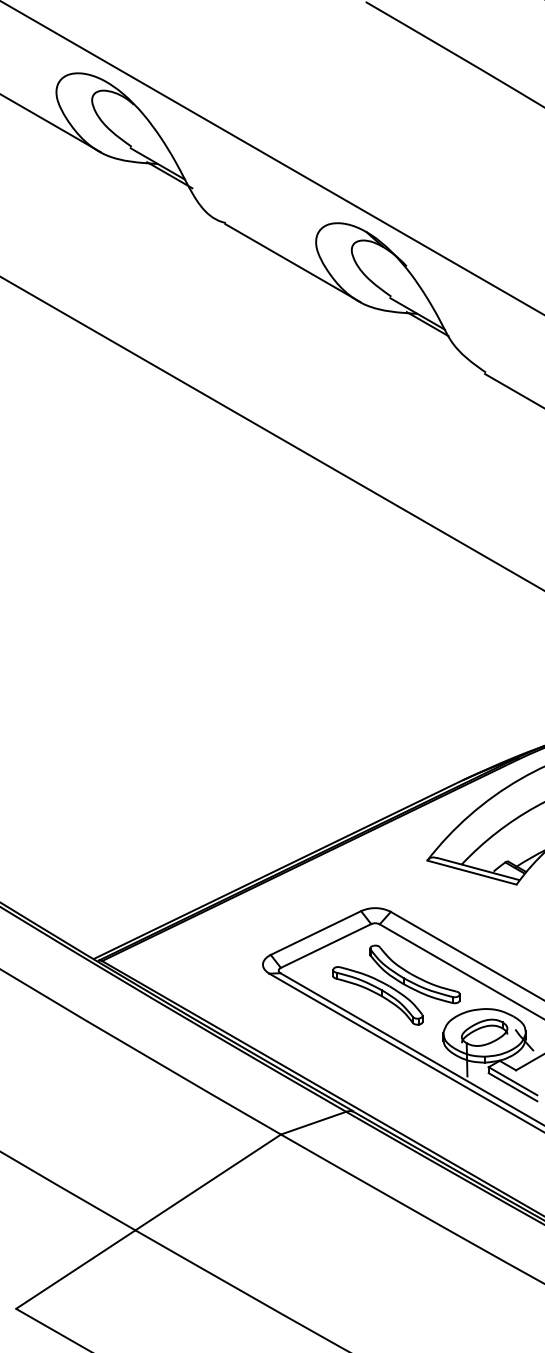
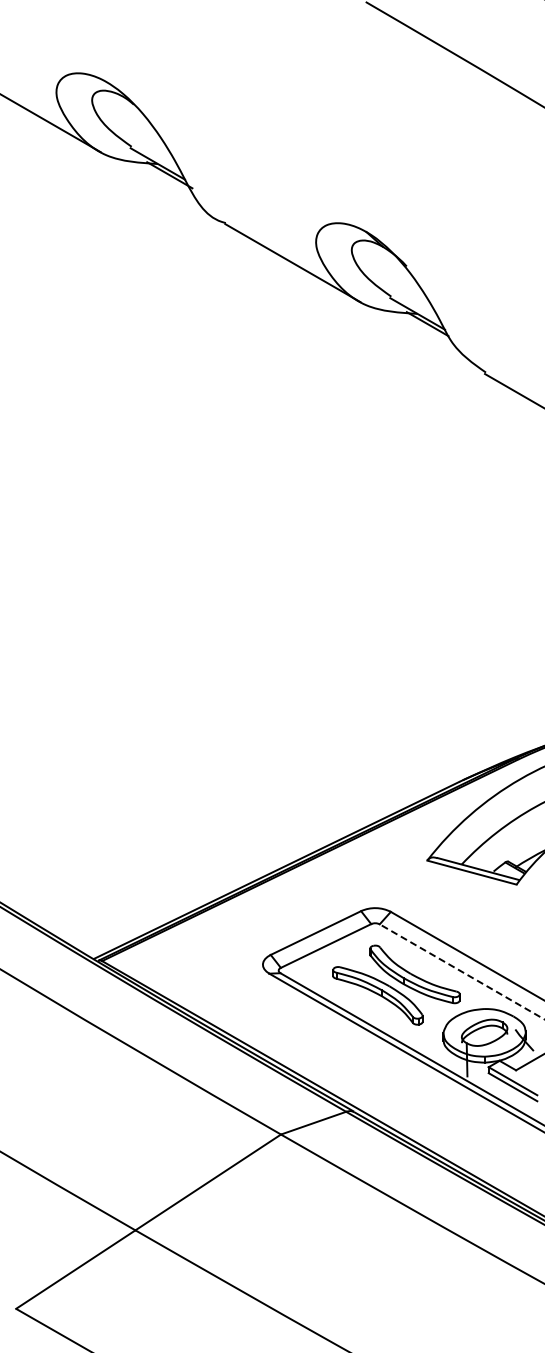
line at (271, 157): present -> none
line at (271, 433): present -> none
line at (461, 971): solid -> dashed
